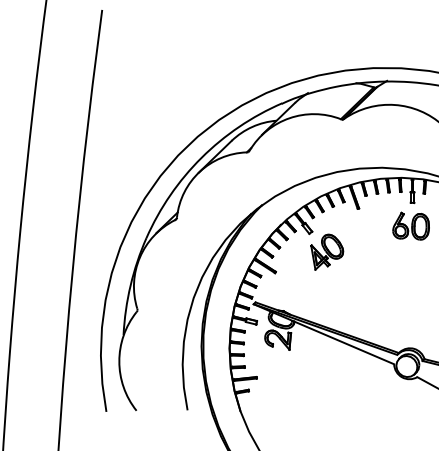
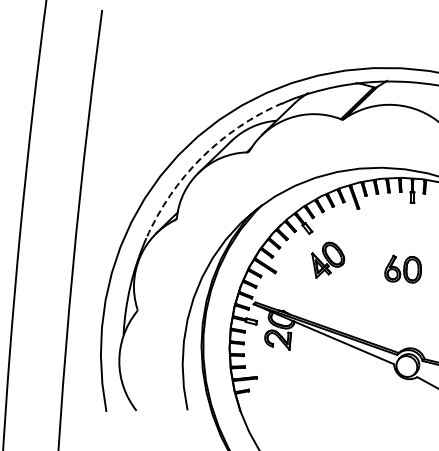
arc at (201, 157): solid -> dashed
part at (410, 225) position: (410, 225) -> (402, 268)
part at (327, 251) position: (327, 251) -> (328, 259)
